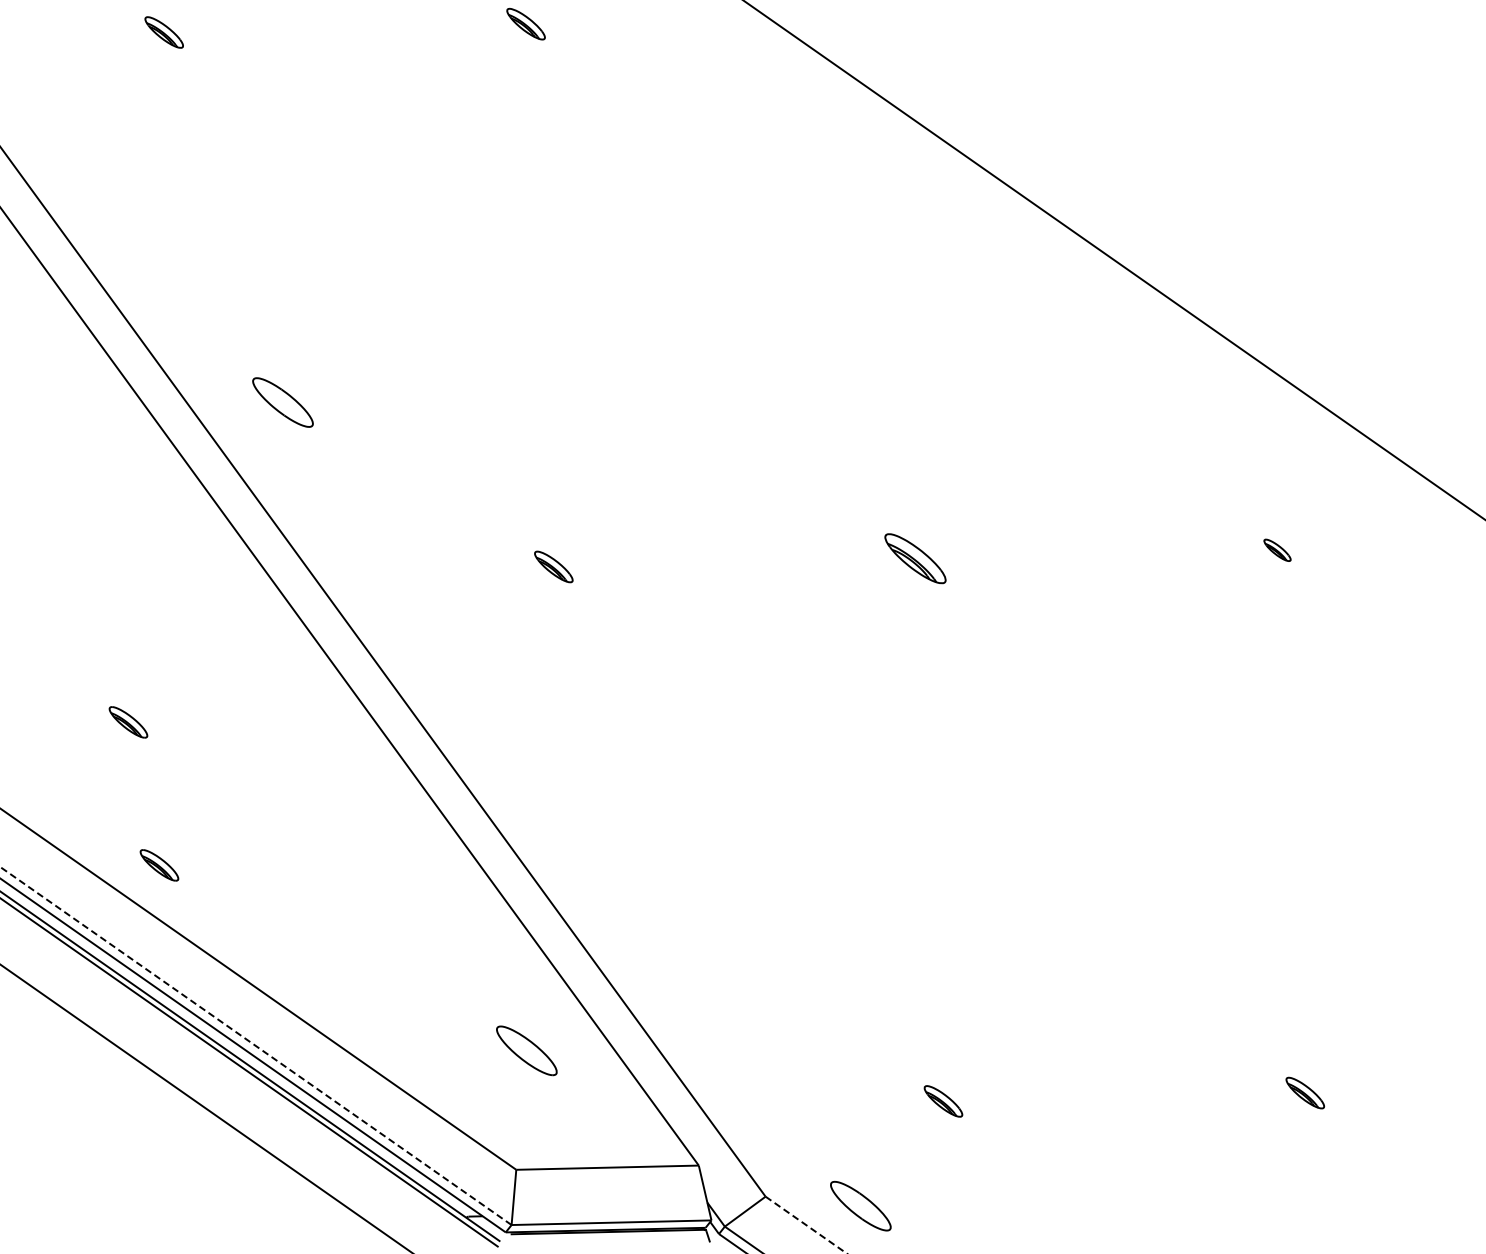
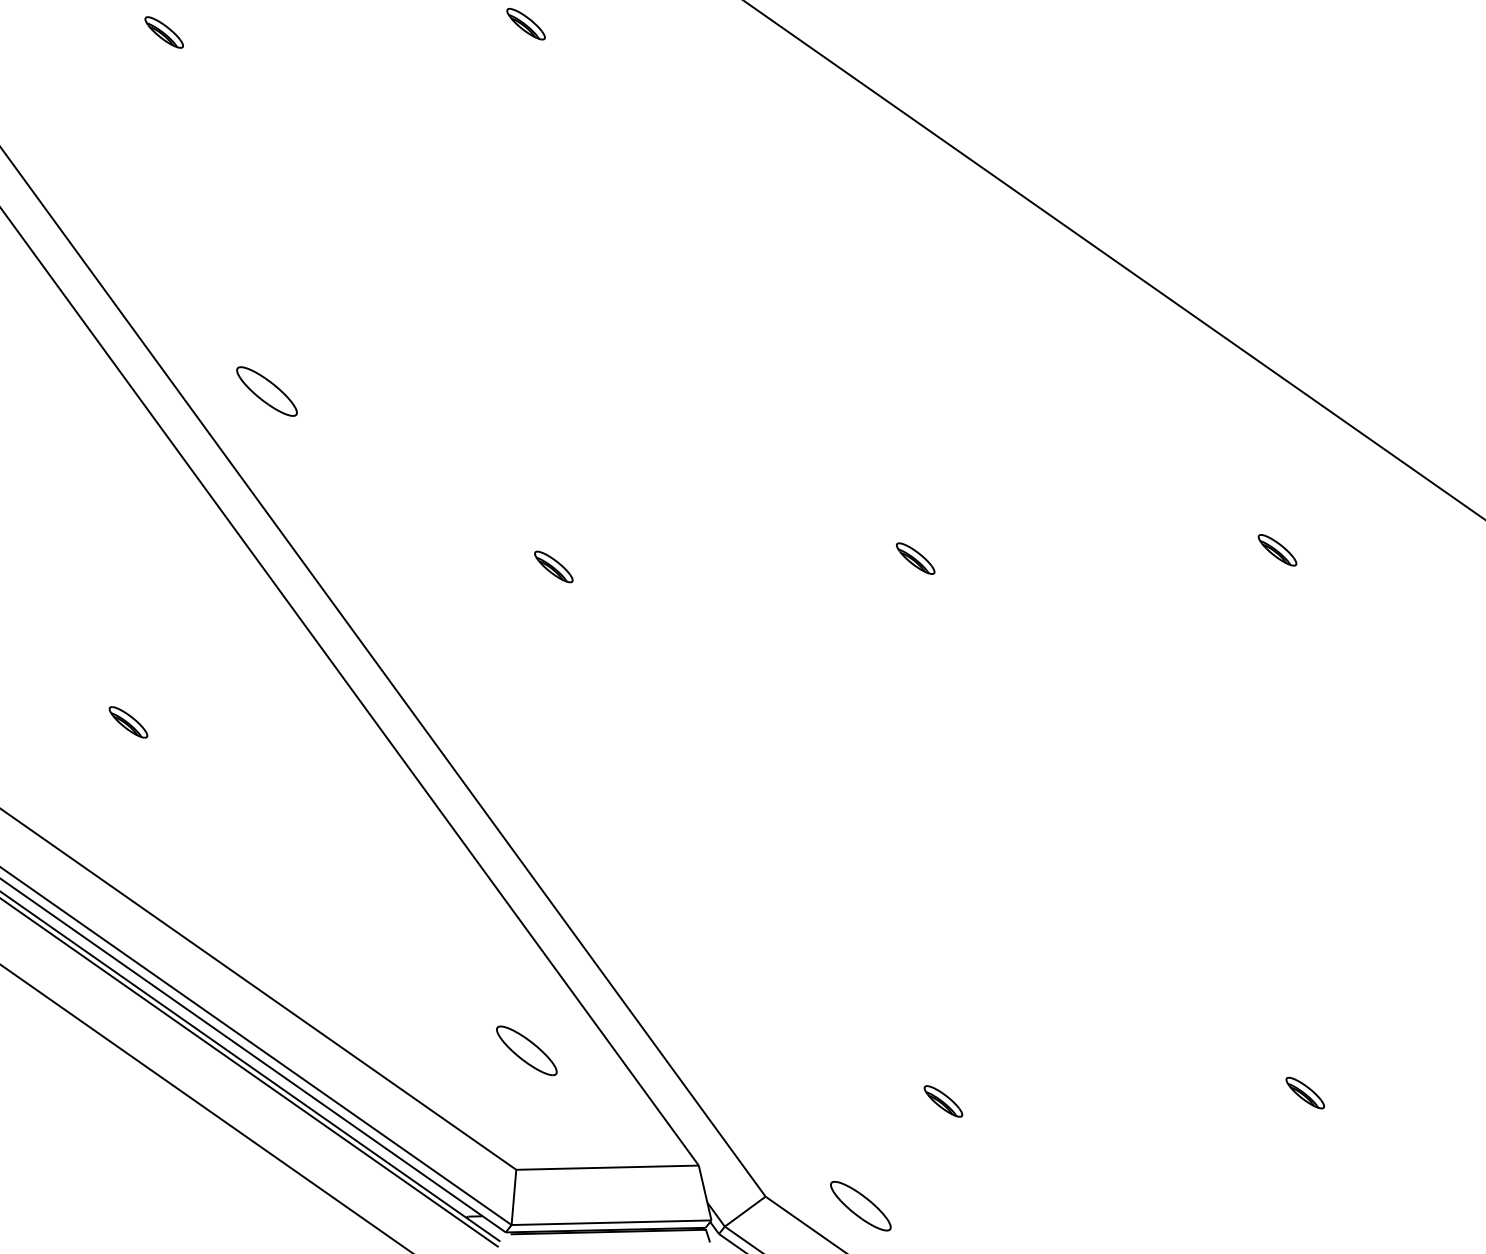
part at (282, 402) position: (282, 402) -> (266, 391)
part at (1277, 549) size: 29x24 px -> 41x33 px
part at (915, 558) size: 63x52 px -> 40x33 px
part at (159, 865): present -> none
line at (256, 1046): dashed -> solid
line at (806, 1225): dashed -> solid
